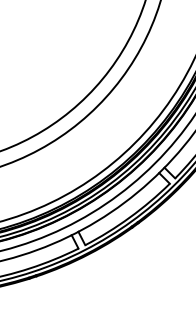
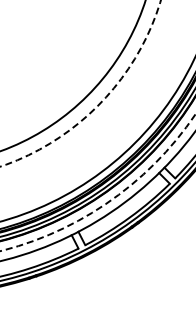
arc at (100, 102): solid -> dashed
circle at (97, 182): solid -> dashed
